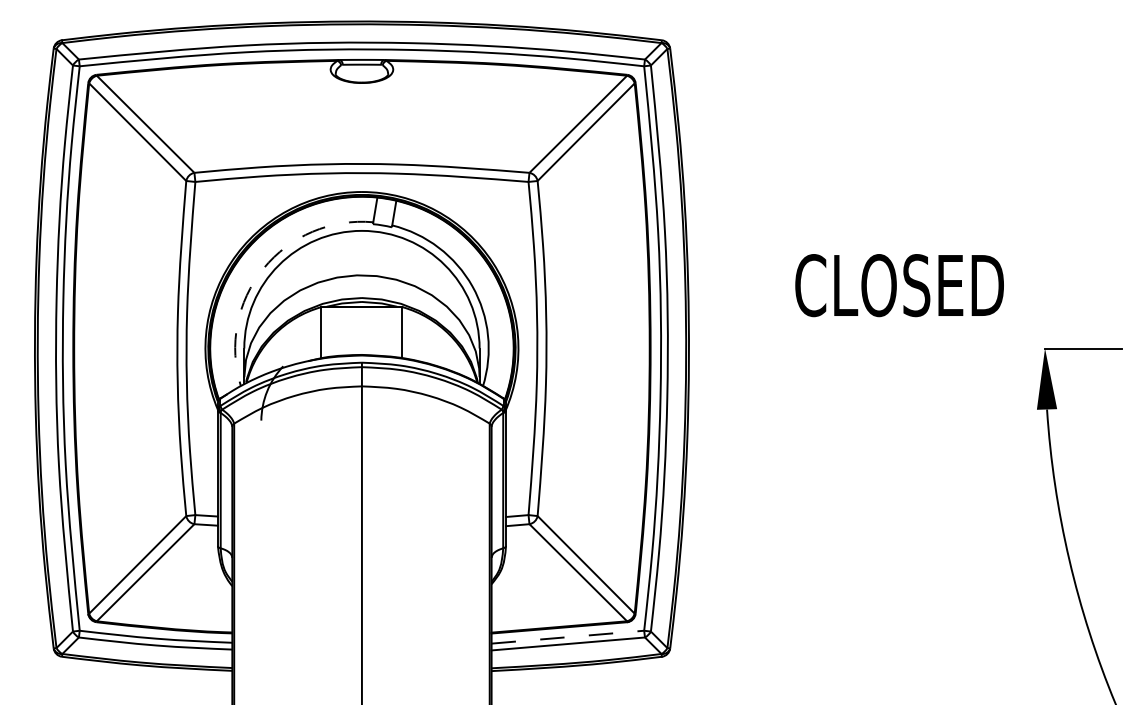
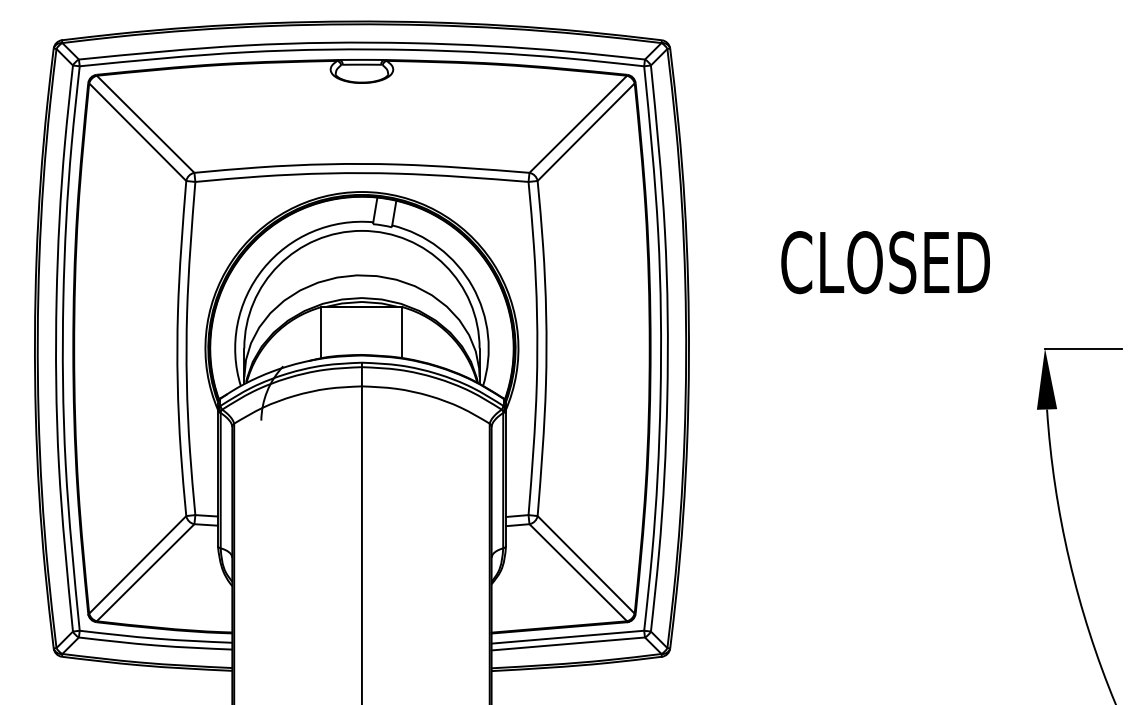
arc at (263, 268): dashed -> solid
text at (899, 285) position: (899, 285) -> (885, 262)
line at (567, 637): dashed -> solid
